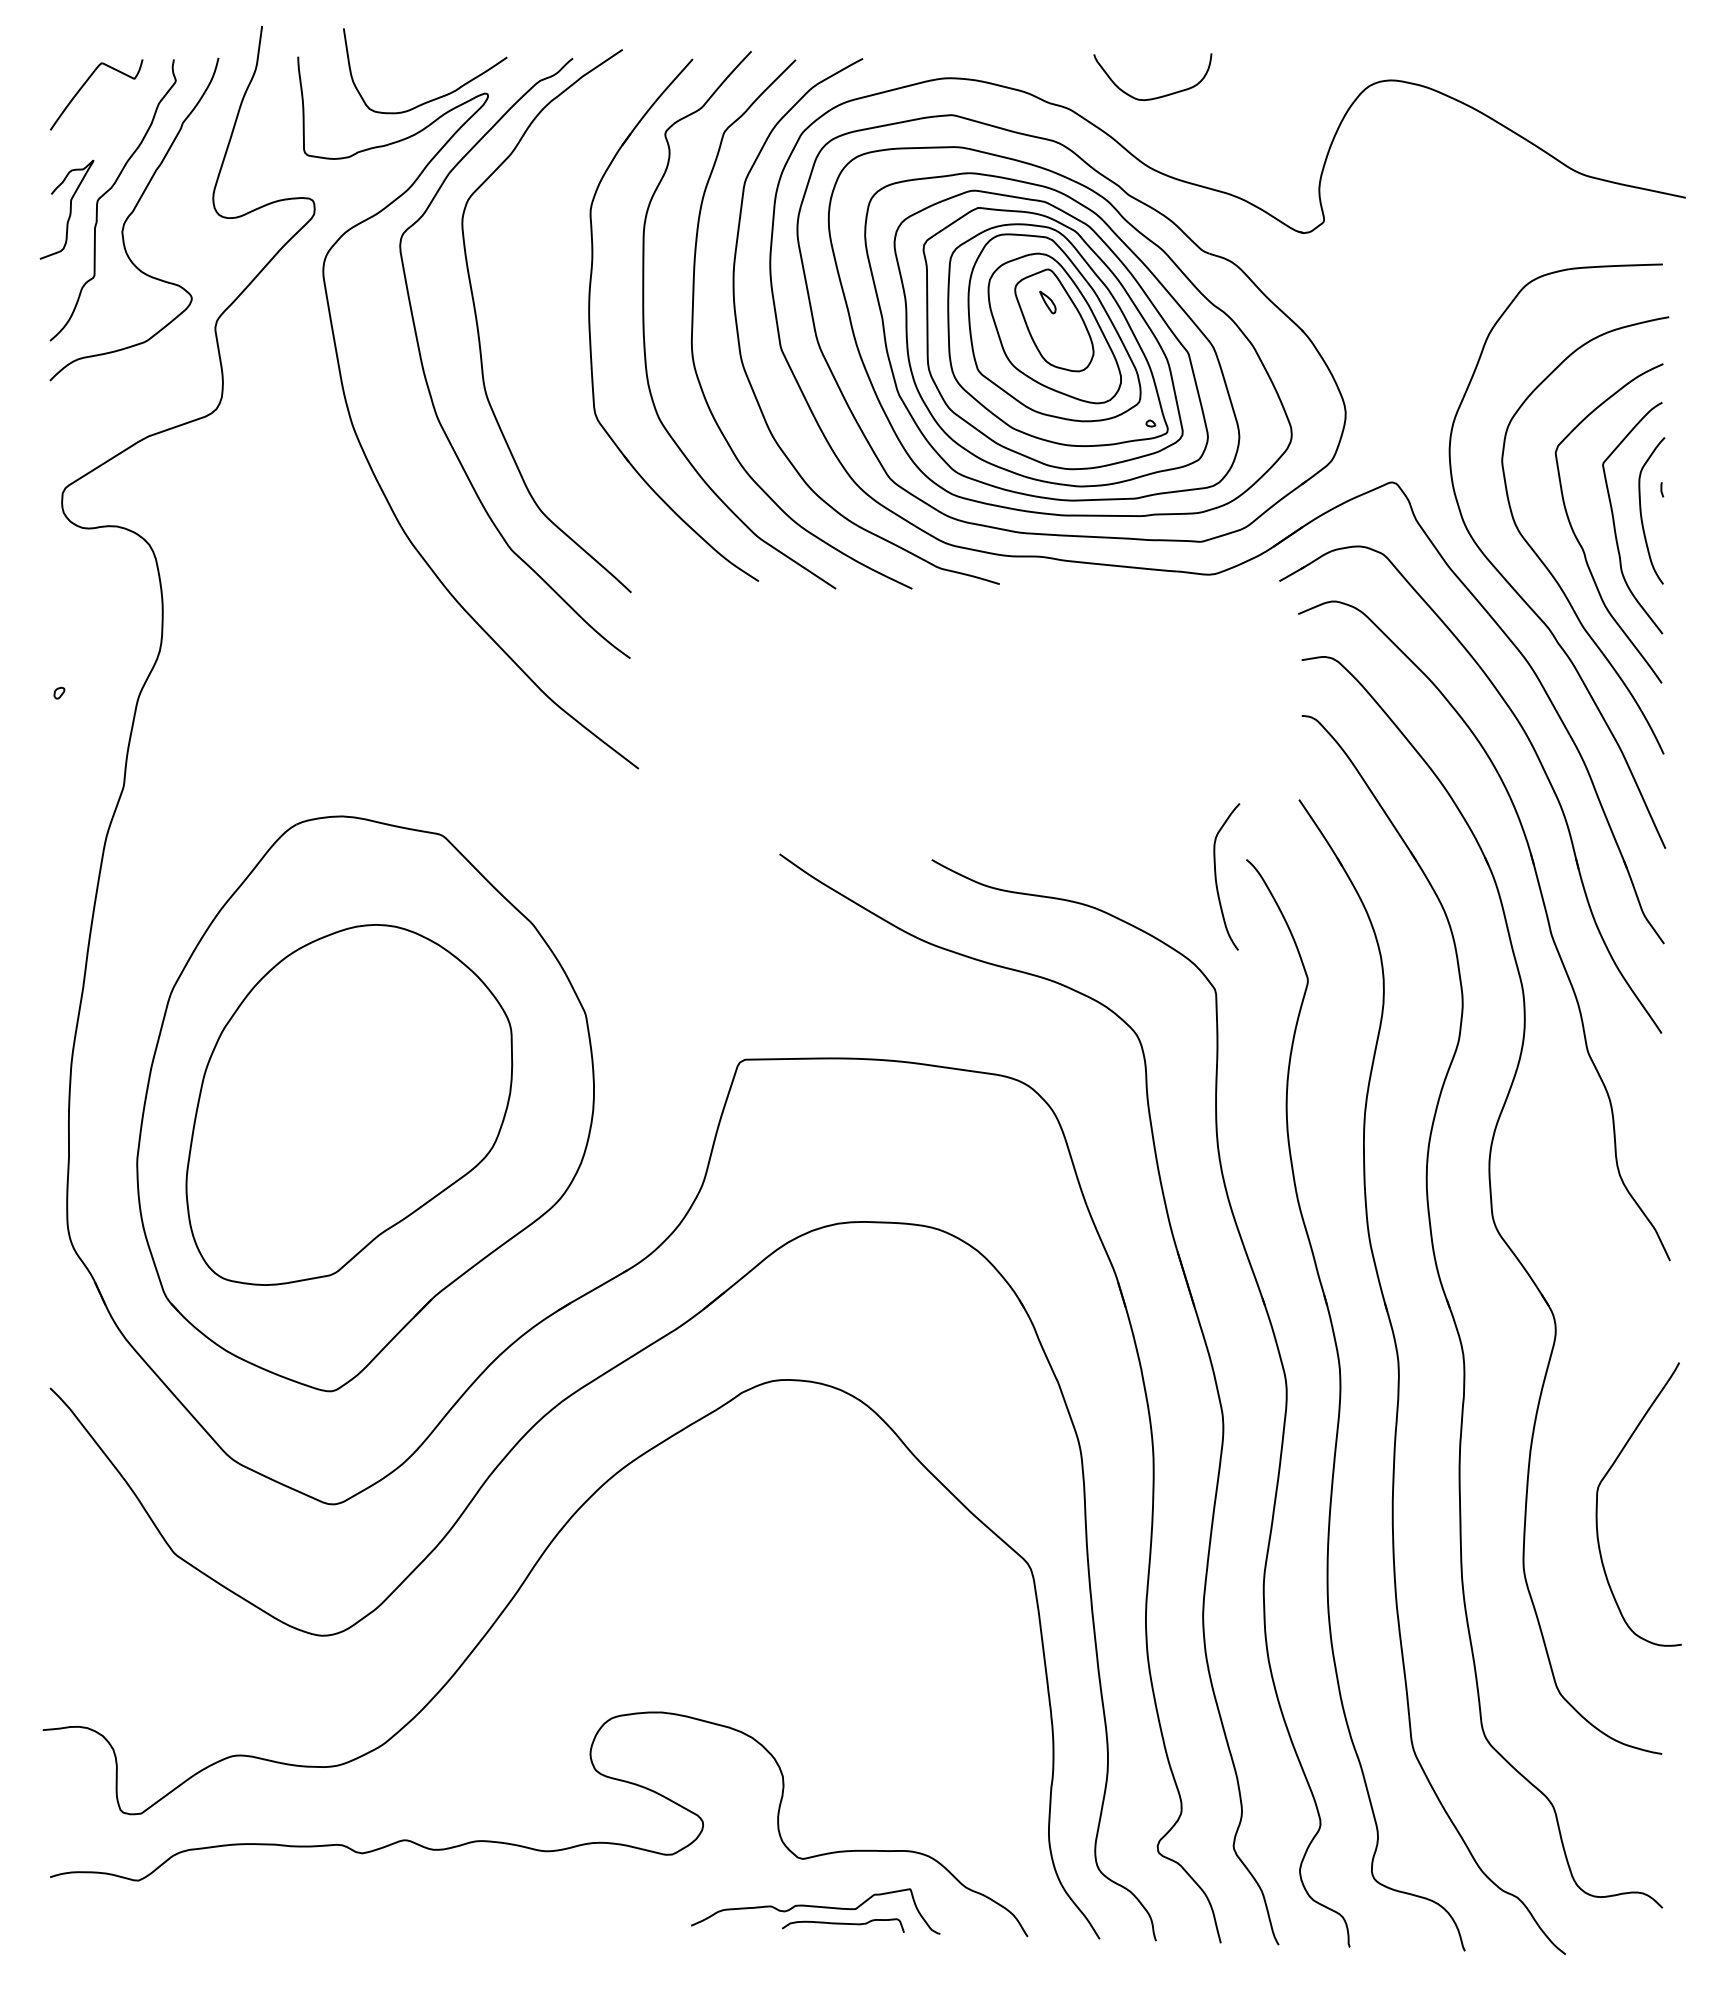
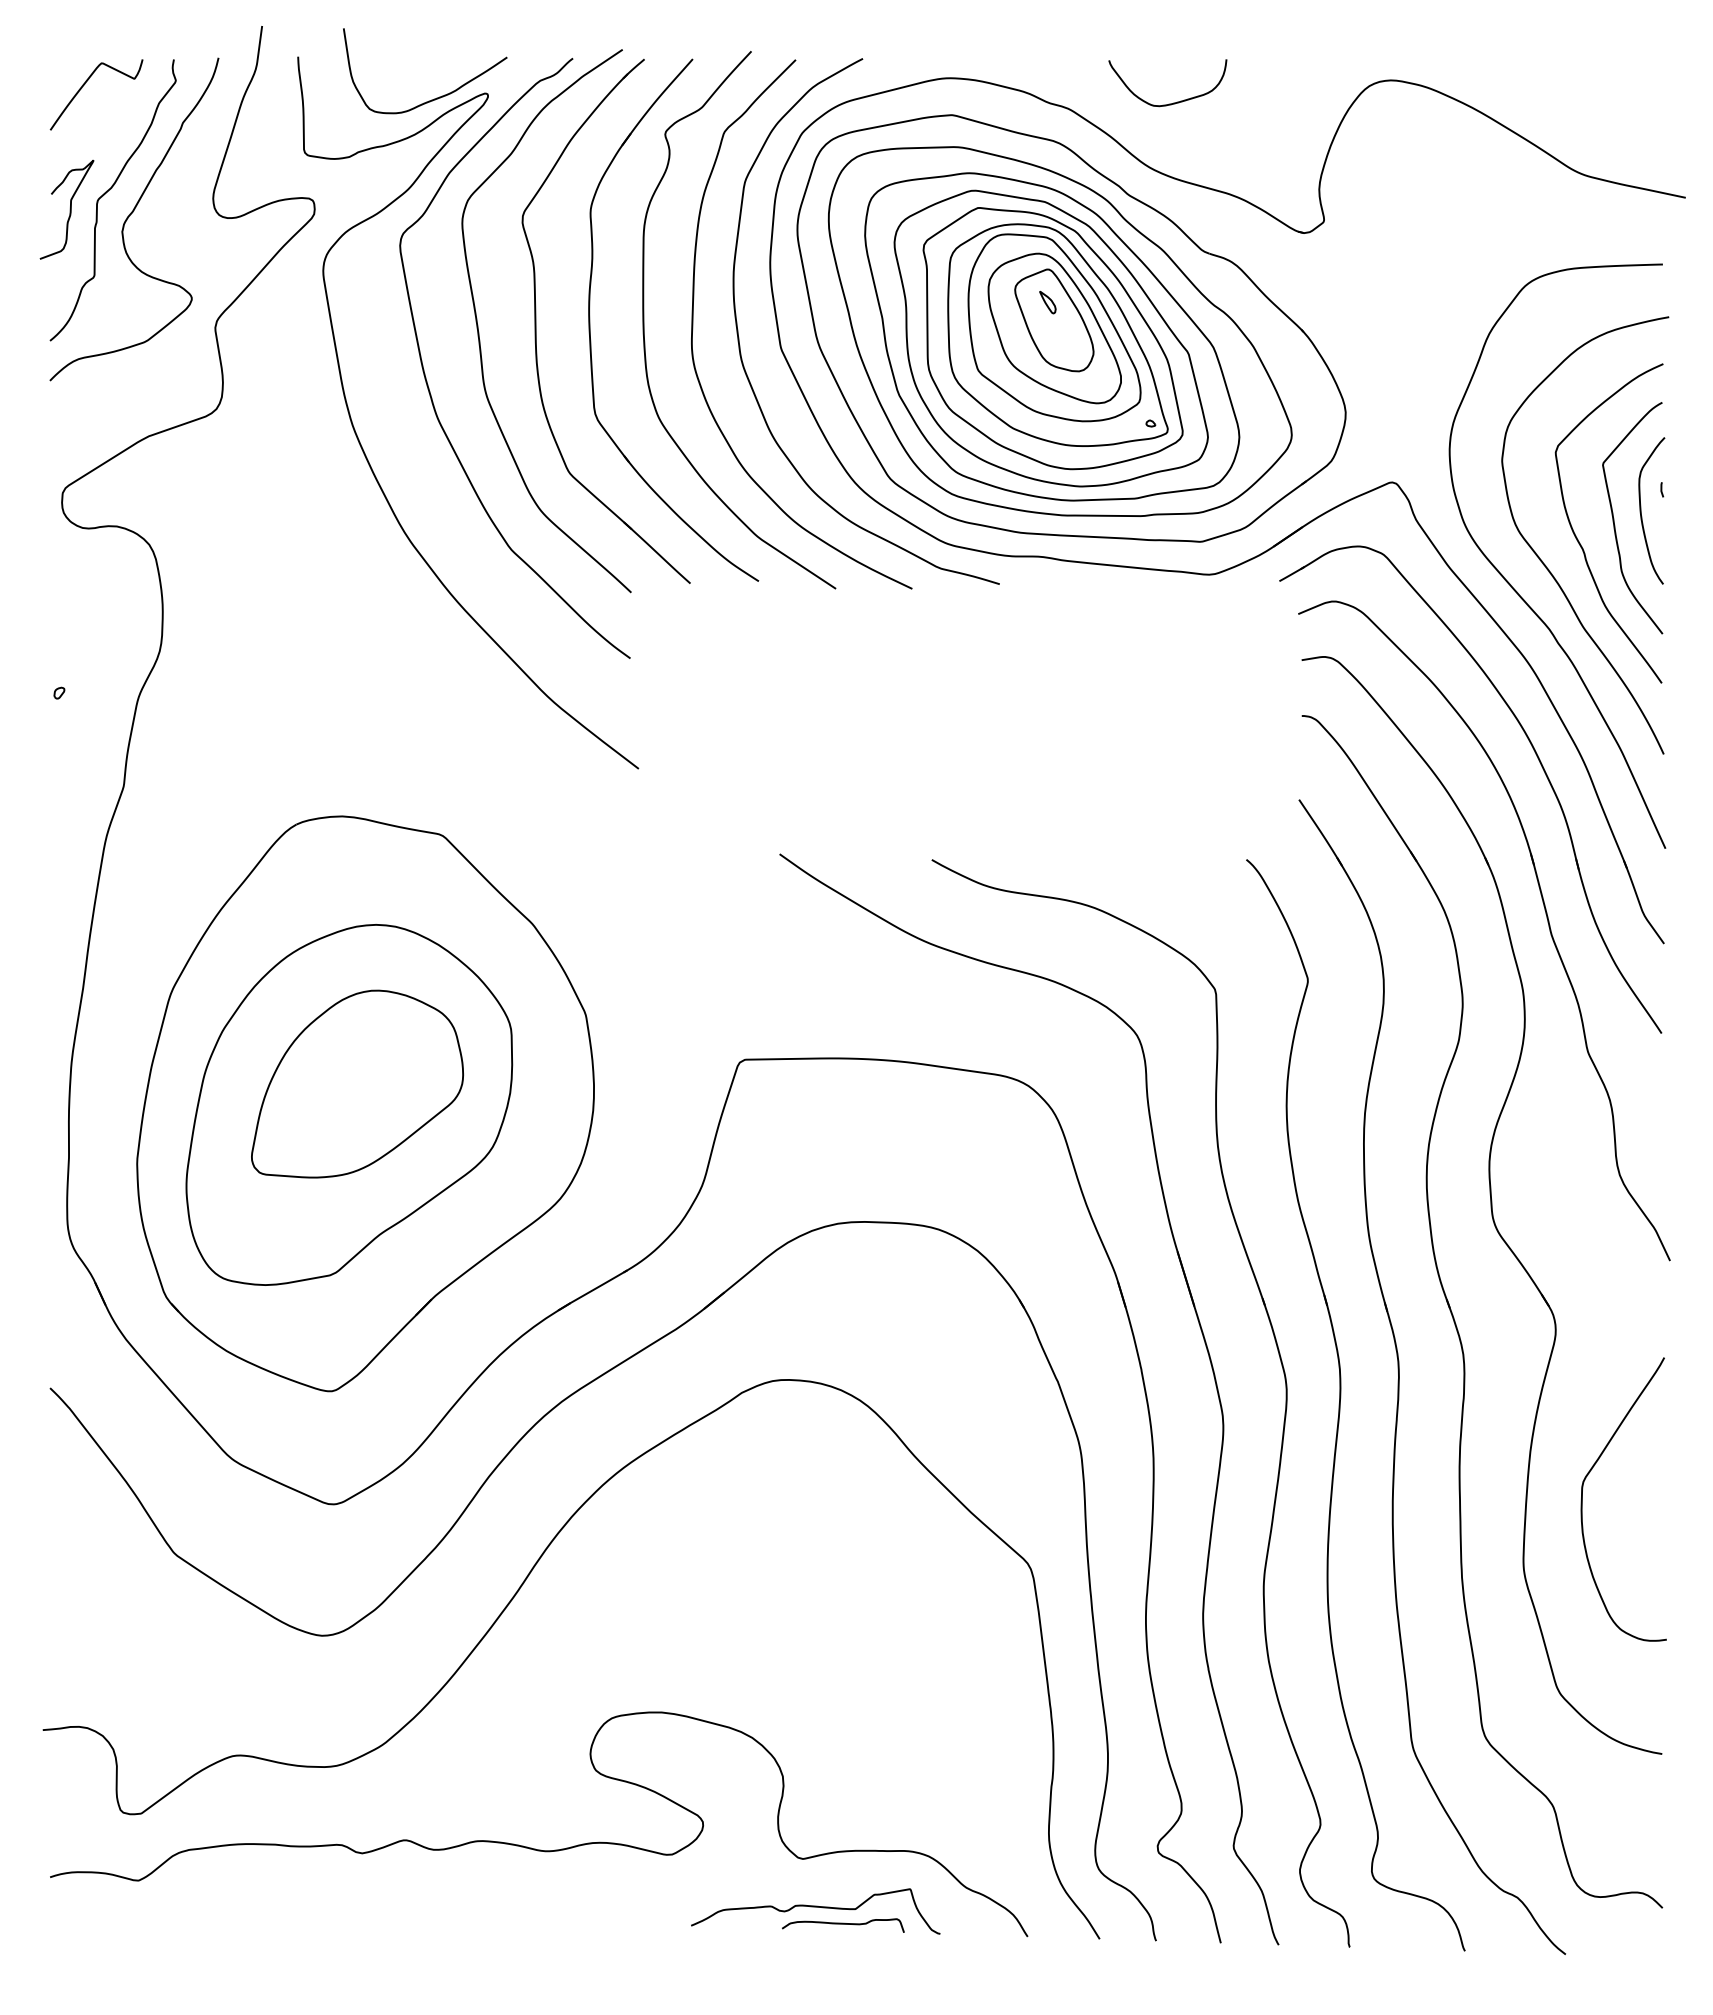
curve at (1158, 96) position: (1158, 96) -> (1173, 102)
part at (536, 320): none -> present
curve at (1216, 876): present -> none
part at (357, 1083): none -> present
curve at (1597, 1504) position: (1597, 1504) -> (1582, 1499)
